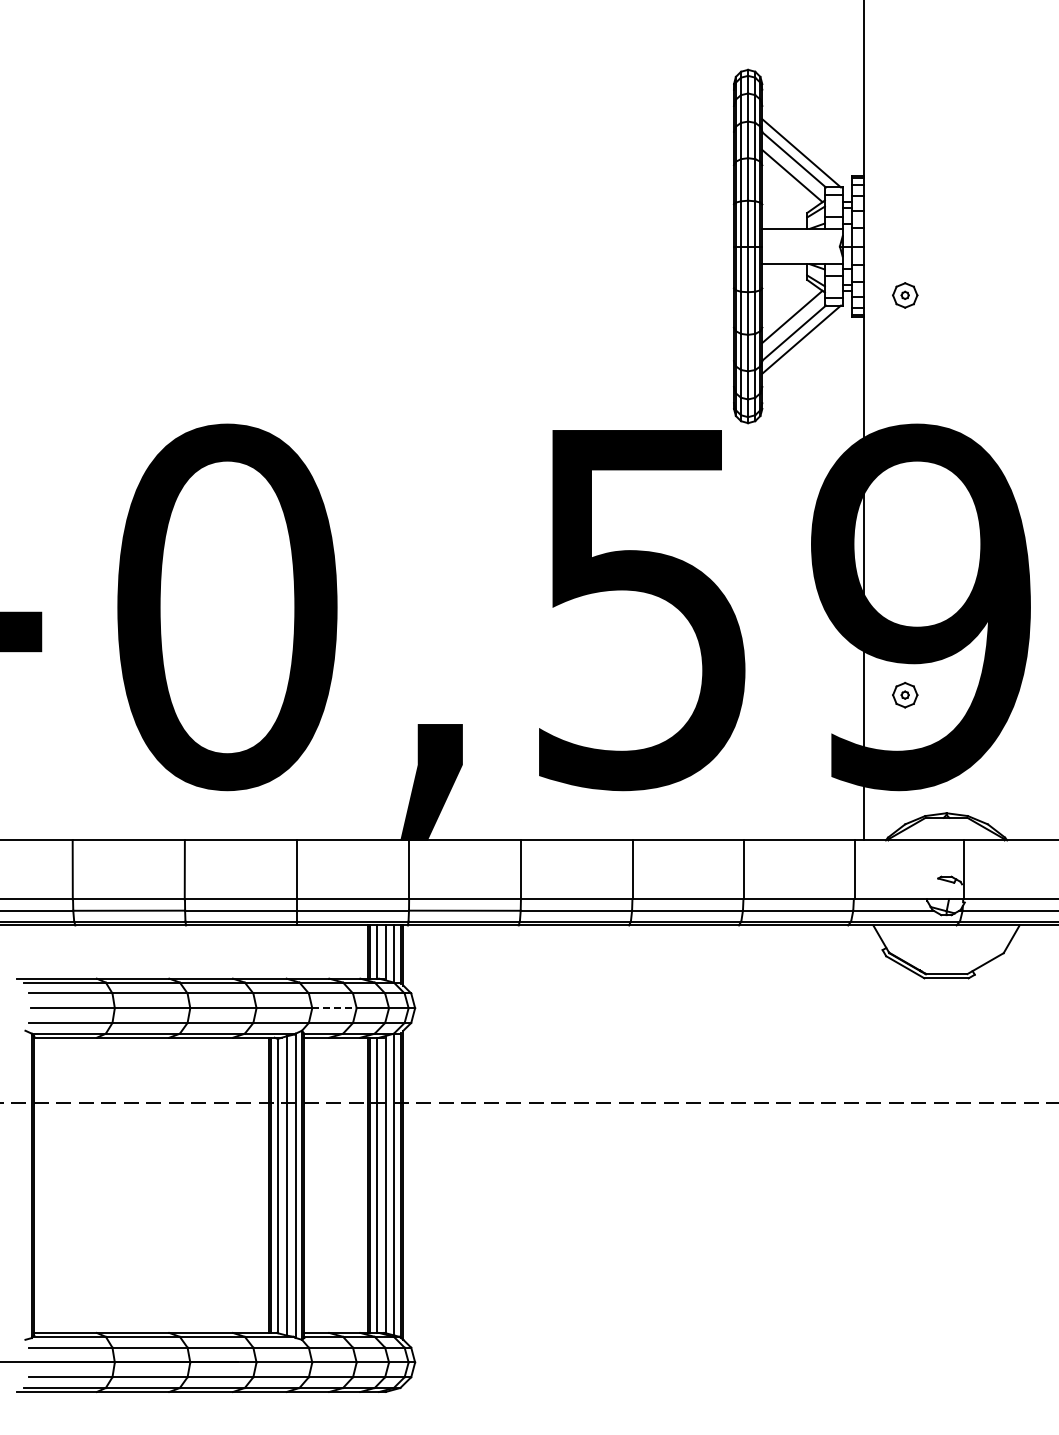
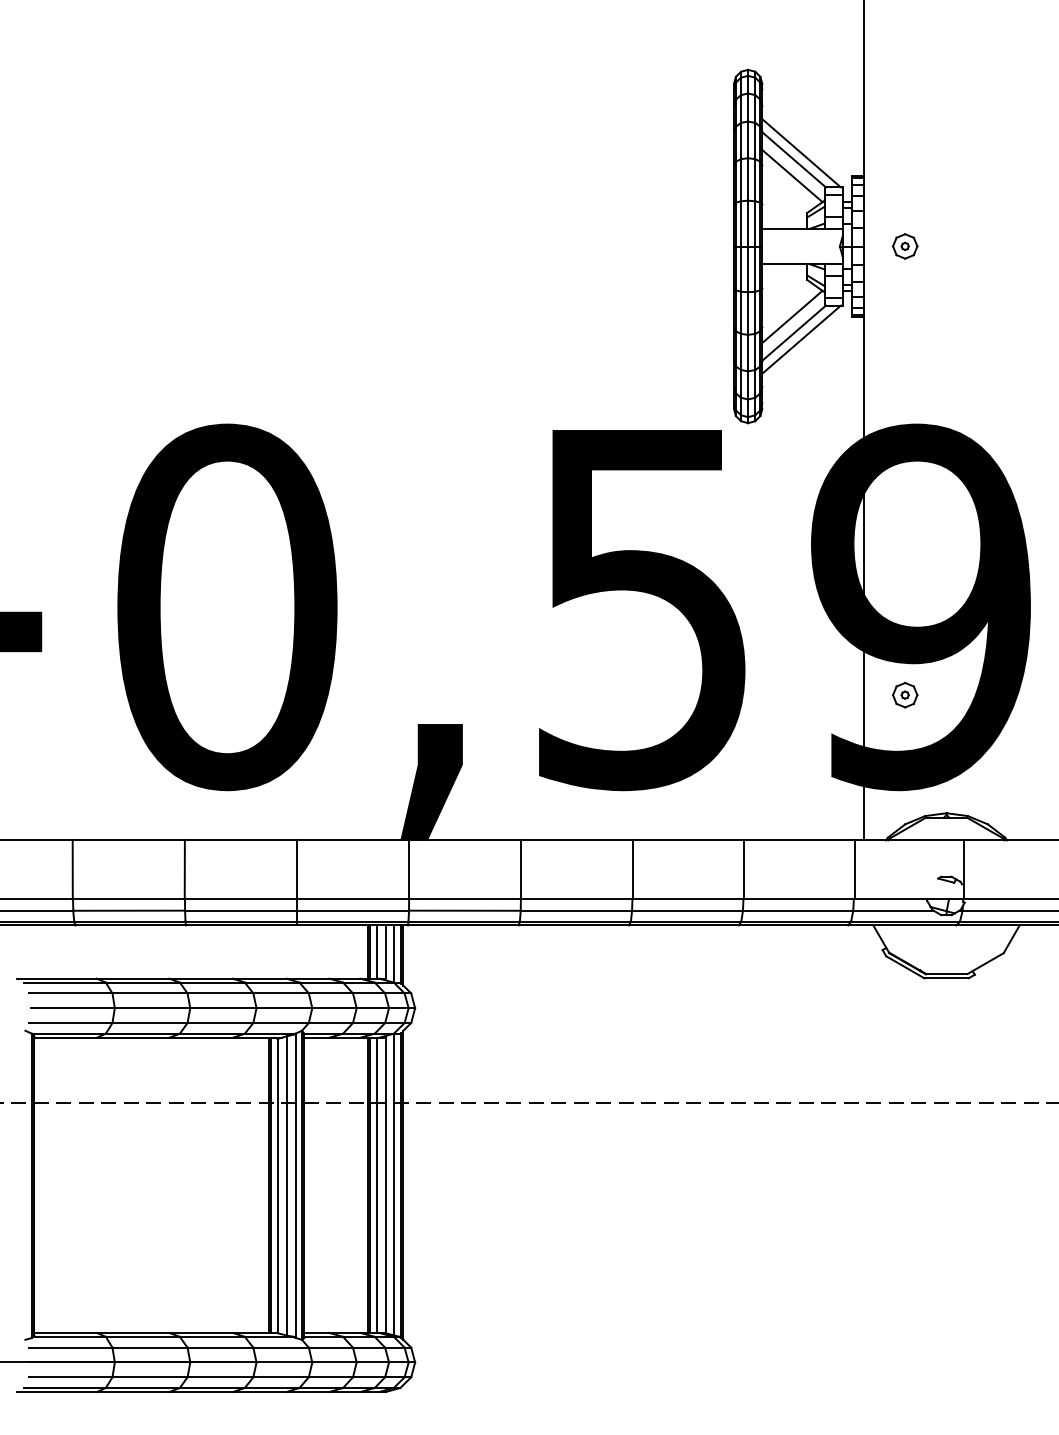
part at (905, 295) position: (905, 295) -> (905, 246)
line at (334, 1008): dashed -> solid
